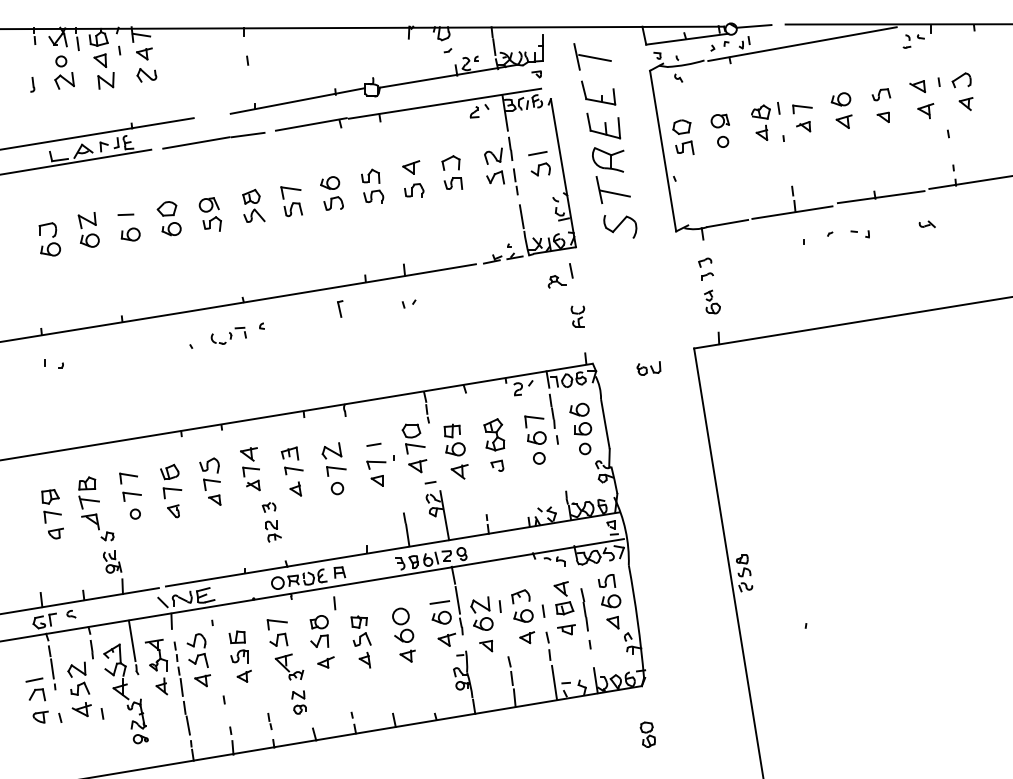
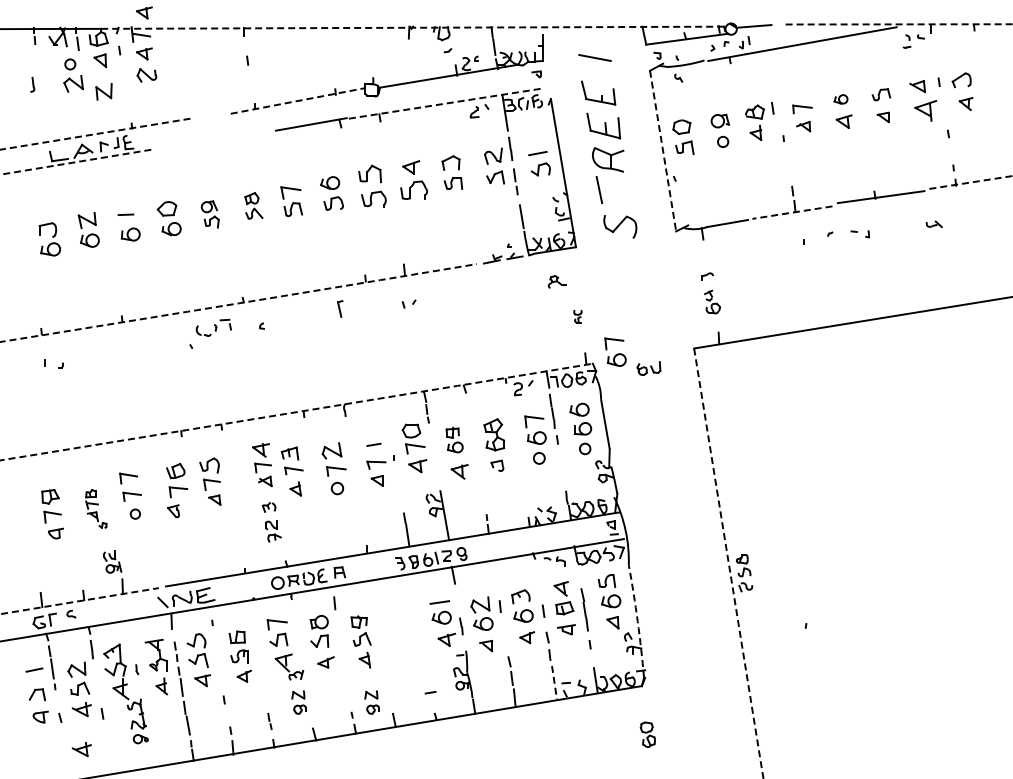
part at (144, 12): none -> present
line at (899, 24): solid -> dashed
line at (413, 27): solid -> dashed
line at (576, 56): present -> none
part at (64, 72) position: (64, 72) -> (73, 75)
part at (105, 80) position: (105, 80) -> (103, 91)
part at (840, 99) size: 22x15 px -> 16x11 px
line at (298, 100): solid -> dashed
line at (445, 103): solid -> dashed
part at (925, 111) size: 18x17 px -> 24x22 px
part at (765, 121) position: (765, 121) -> (759, 121)
line at (97, 133): solid -> dashed
part at (213, 140): present -> none
line at (663, 151): solid -> dashed
line at (75, 162): solid -> dashed
line at (970, 182): solid -> dashed
part at (372, 185) size: 24x36 px -> 29x44 px
part at (414, 190) size: 21x15 px -> 29x20 px
line at (614, 193): present -> none
part at (253, 205) size: 24x35 px -> 20x28 px
line at (792, 212): solid -> dashed
part at (209, 214) size: 24x35 px -> 20x29 px
part at (926, 224) position: (926, 224) -> (933, 224)
part at (705, 262): present -> none
line at (571, 270): present -> none
arc at (238, 303): solid -> dashed
part at (577, 316) size: 16x23 px -> 10x15 px
part at (228, 335) position: (228, 335) -> (213, 327)
part at (615, 351): none -> present
arc at (296, 412): solid -> dashed
part at (454, 439) size: 23x34 px -> 19x28 px
part at (250, 469) position: (250, 469) -> (262, 465)
part at (171, 481) position: (171, 481) -> (177, 480)
line at (430, 482) position: (430, 482) -> (430, 692)
part at (96, 508) size: 37x66 px -> 23x40 px
line at (728, 563): solid -> dashed
line at (457, 600): present -> none
line at (79, 601): solid -> dashed
arc at (637, 621): solid -> dashed
part at (403, 634): present -> none
line at (131, 640): present -> none
line at (34, 679) position: (34, 679) -> (34, 669)
line at (554, 682): solid -> dashed
part at (371, 702): none -> present
part at (81, 749): none -> present
